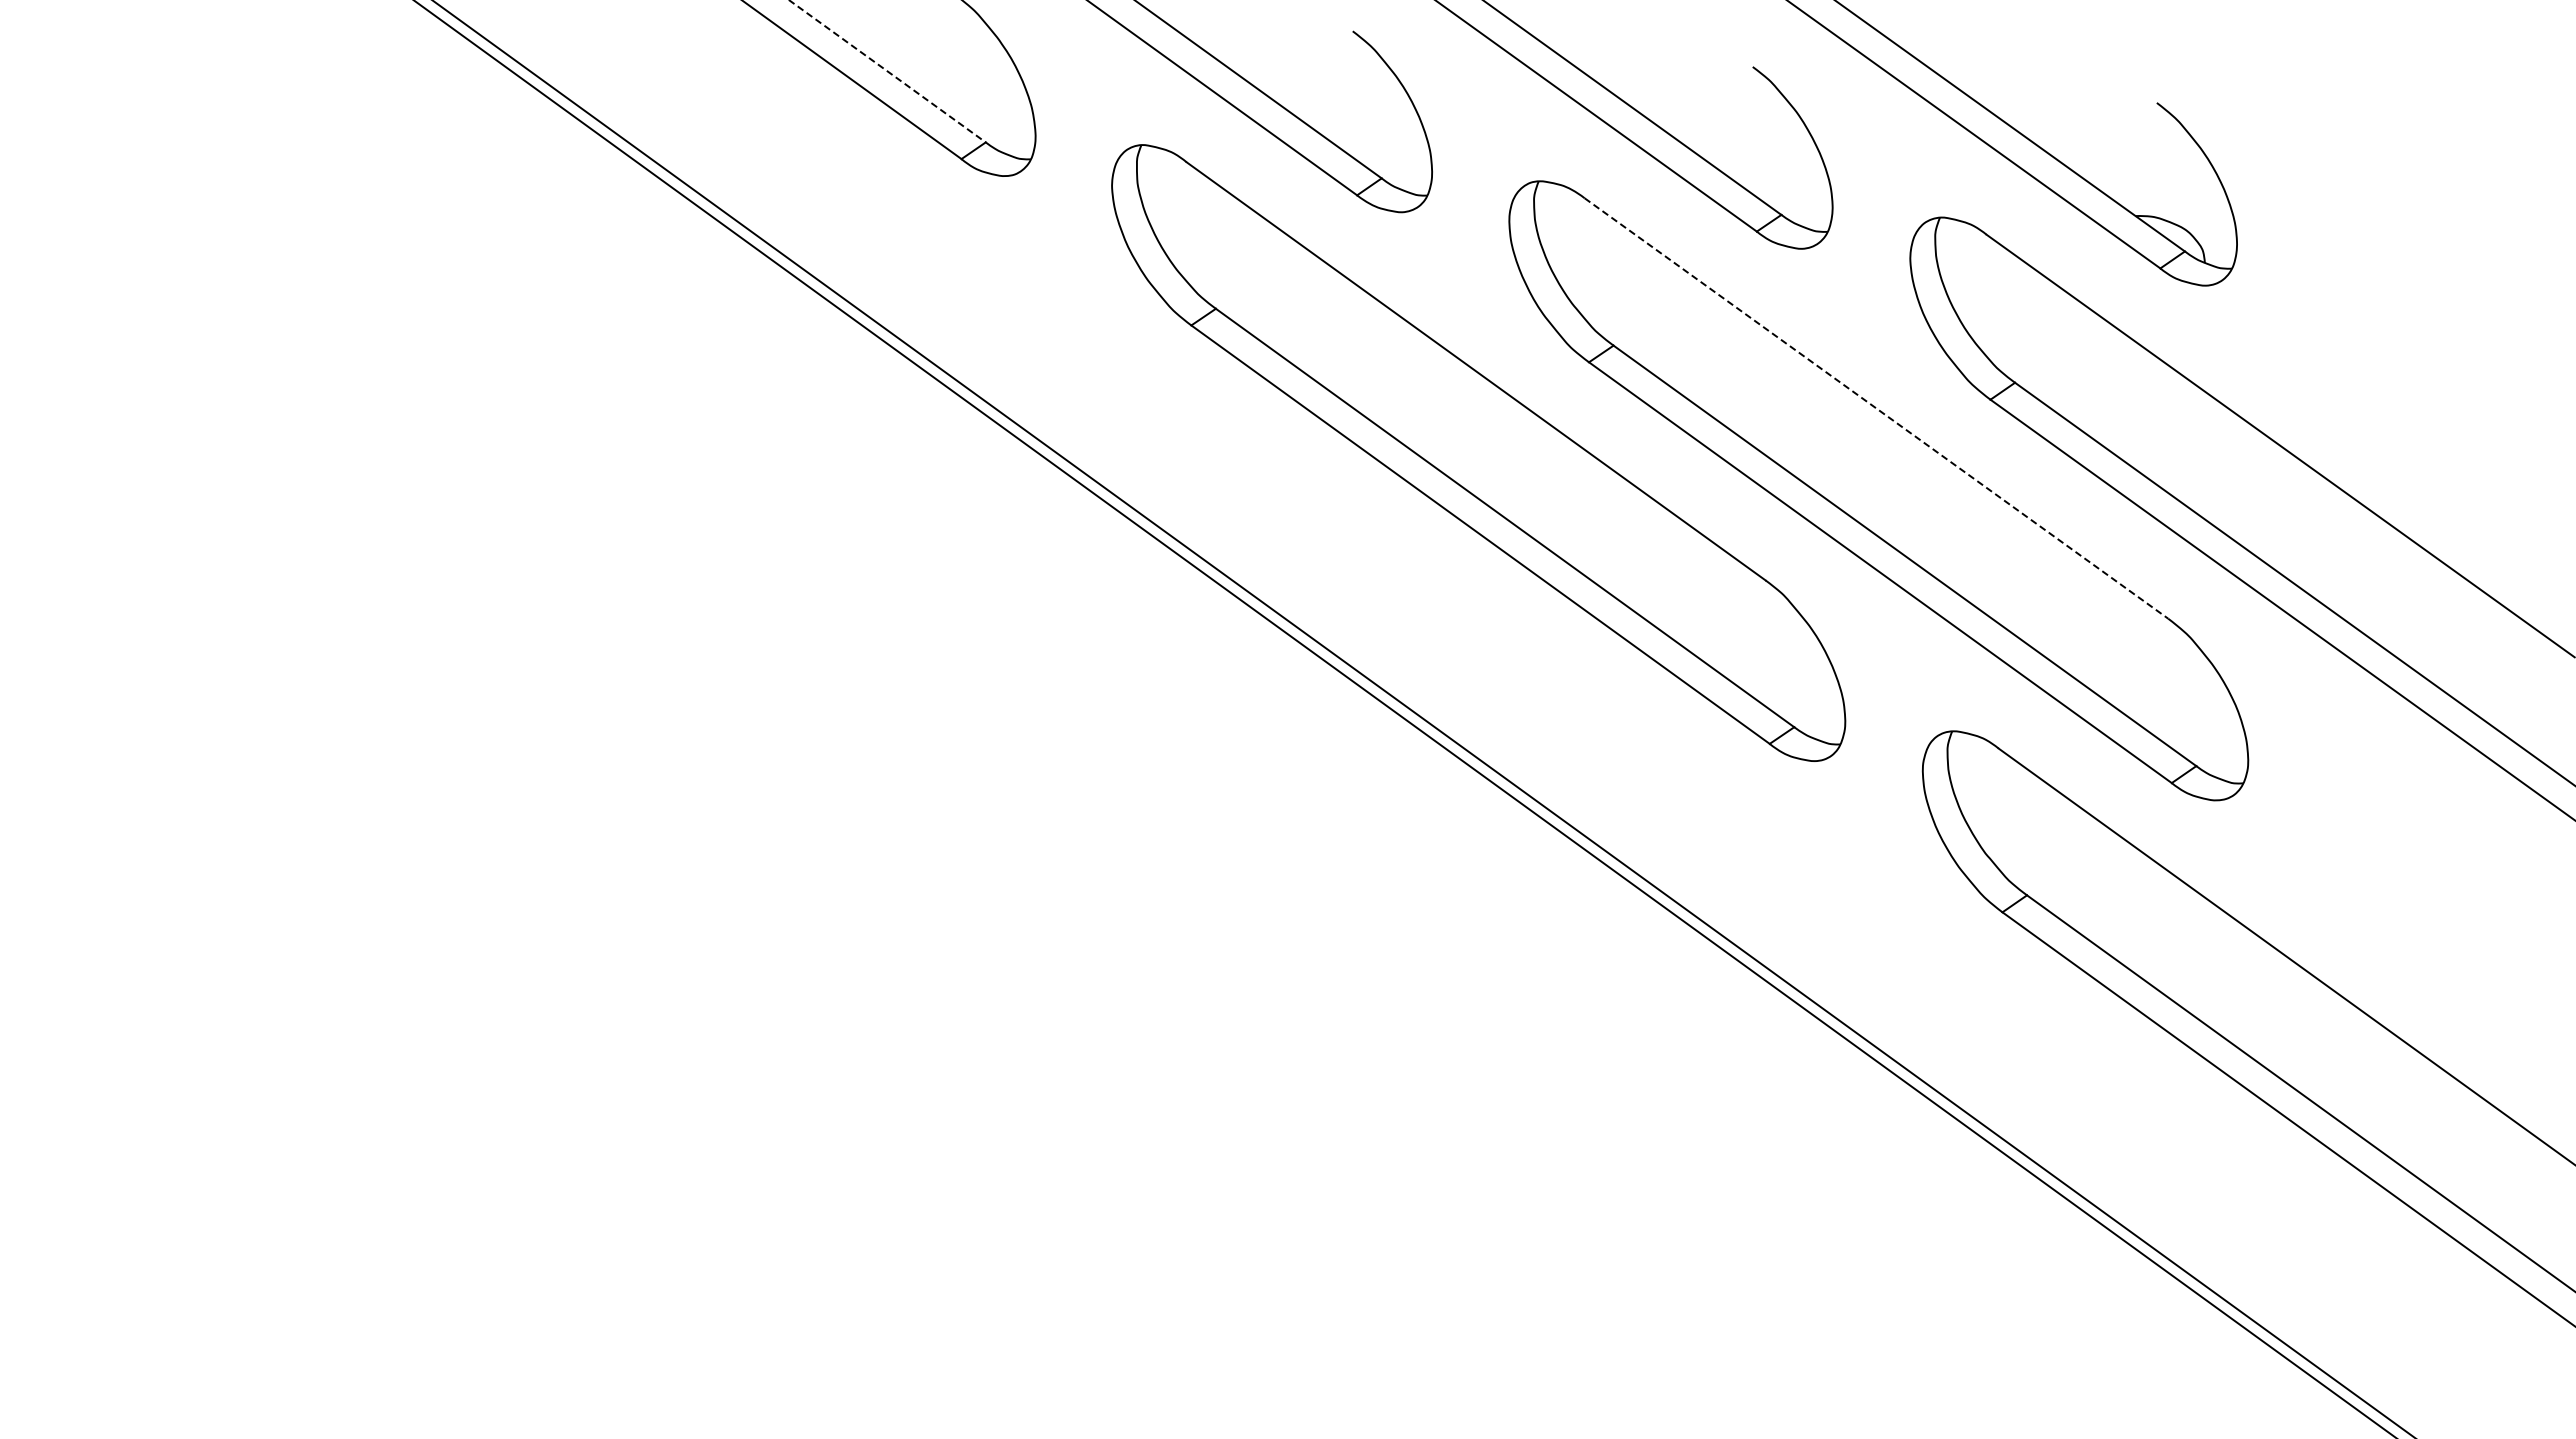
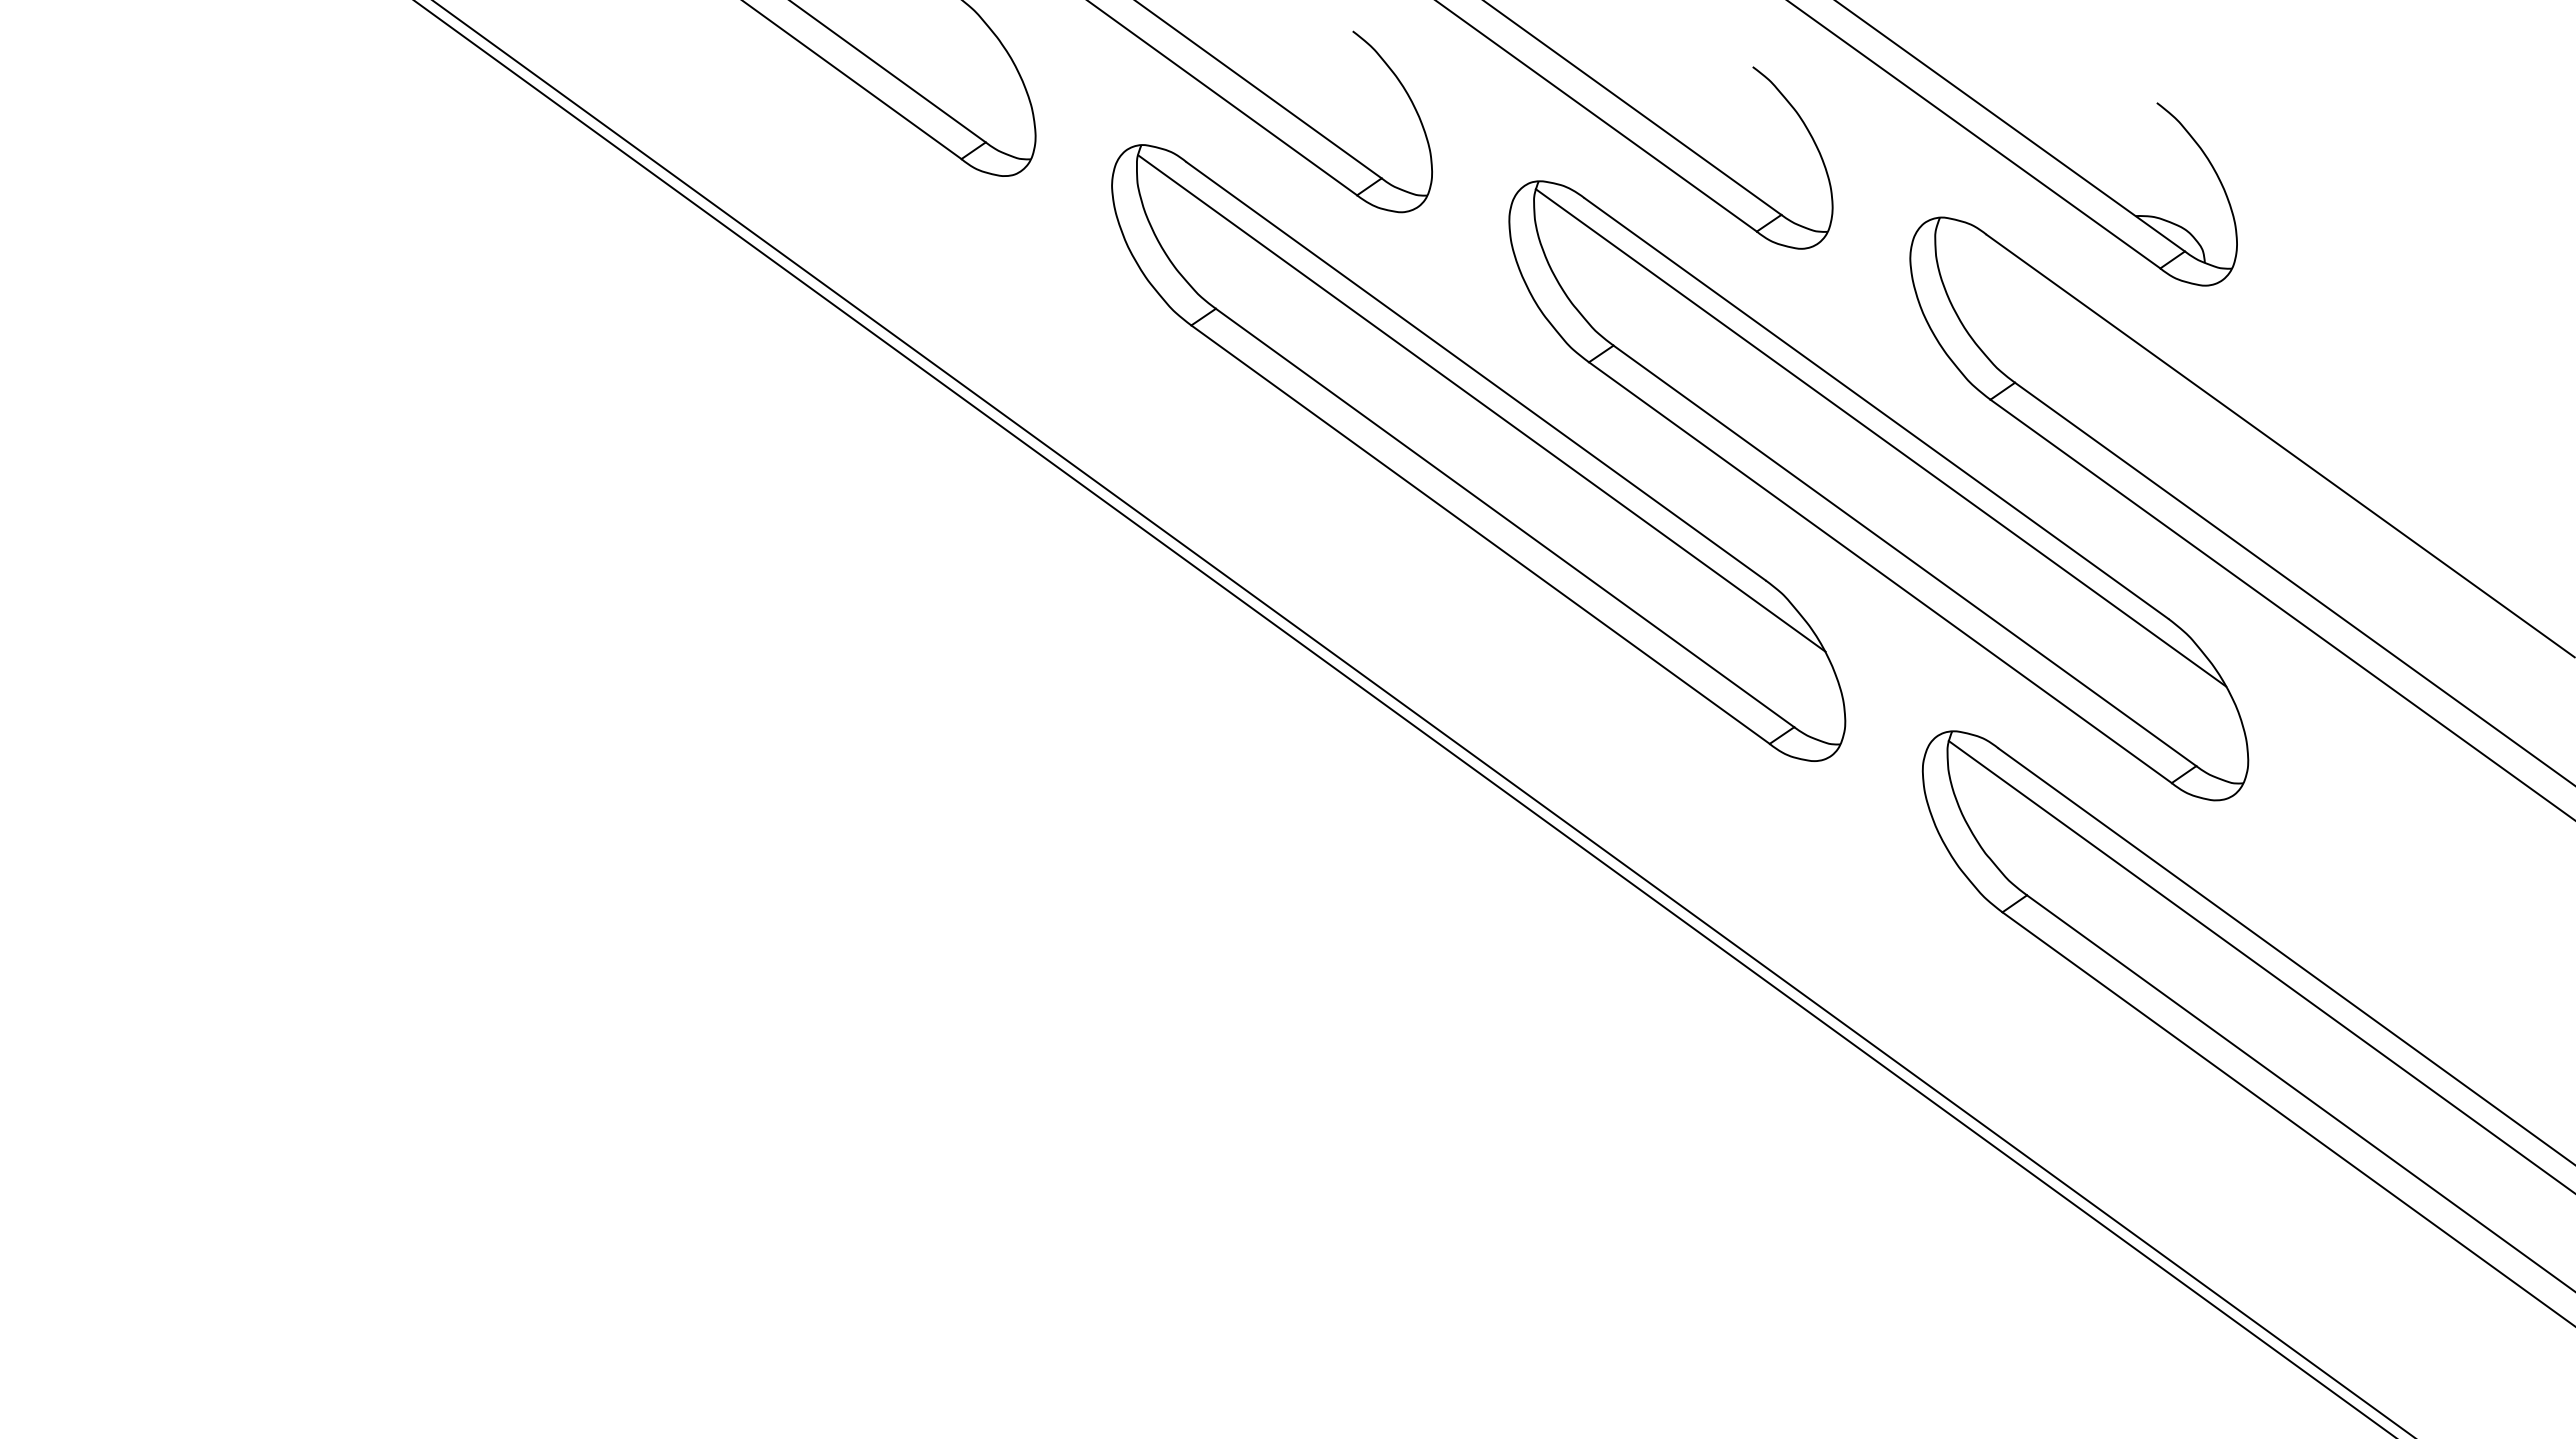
line at (887, 71): dashed -> solid
line at (1481, 403): none -> present
line at (1876, 408): dashed -> solid
line at (1880, 437): none -> present
line at (2260, 965): none -> present
